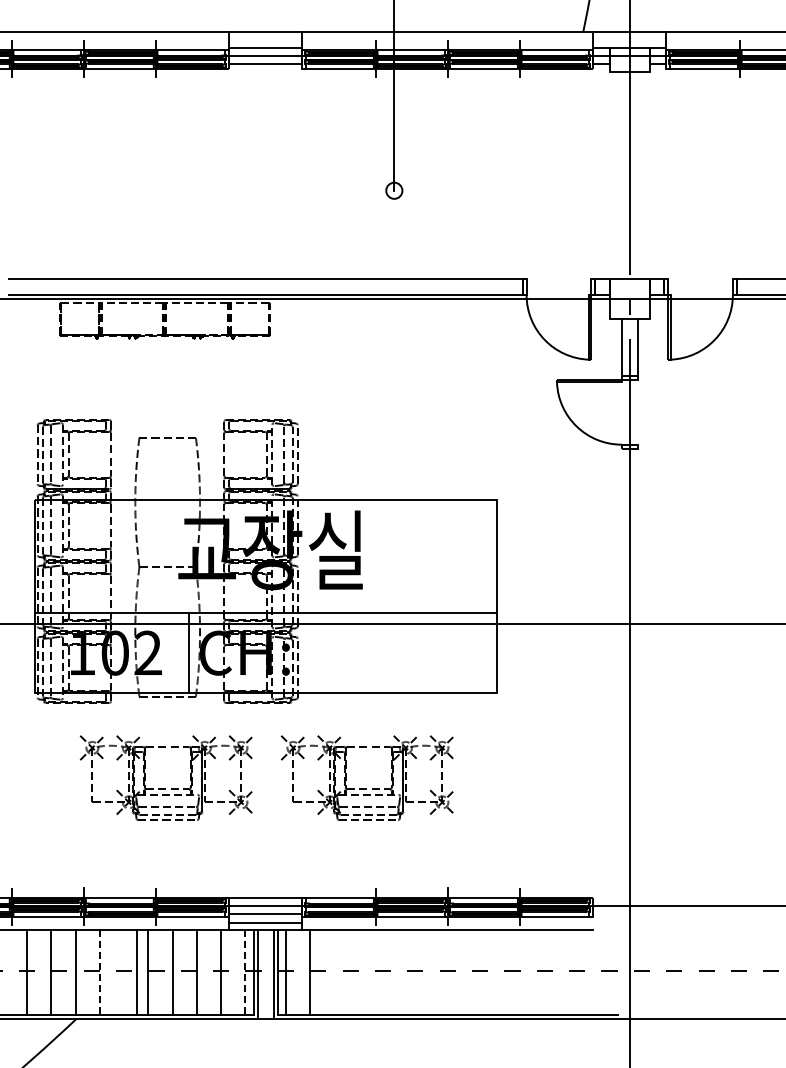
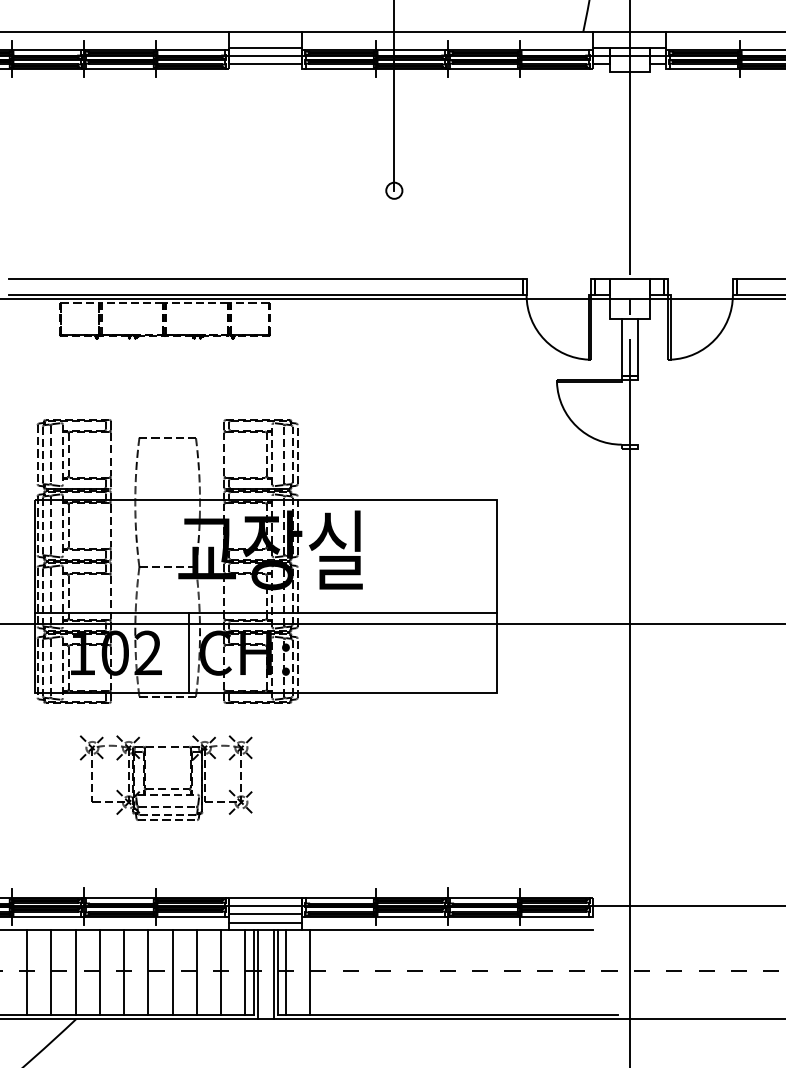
part at (366, 788): present -> none
line at (137, 972) position: (137, 972) -> (124, 972)
line at (99, 973): dashed -> solid
line at (245, 973): dashed -> solid
